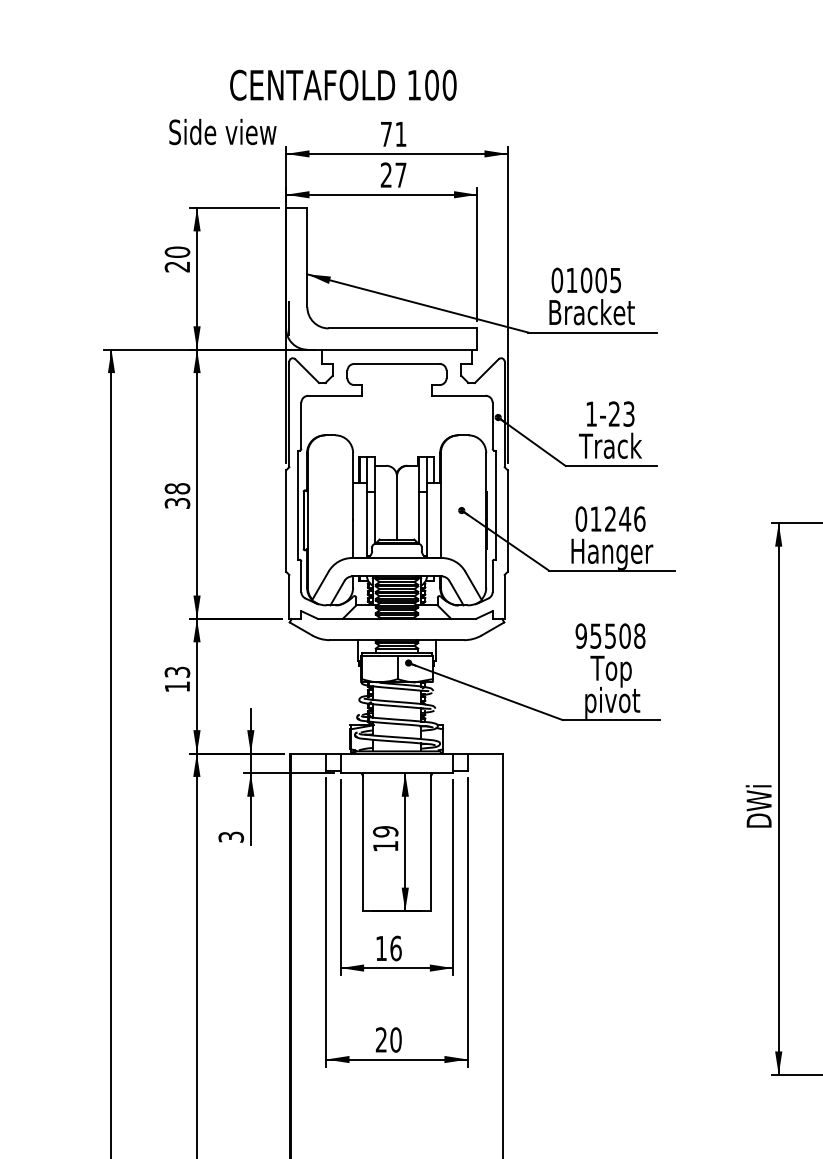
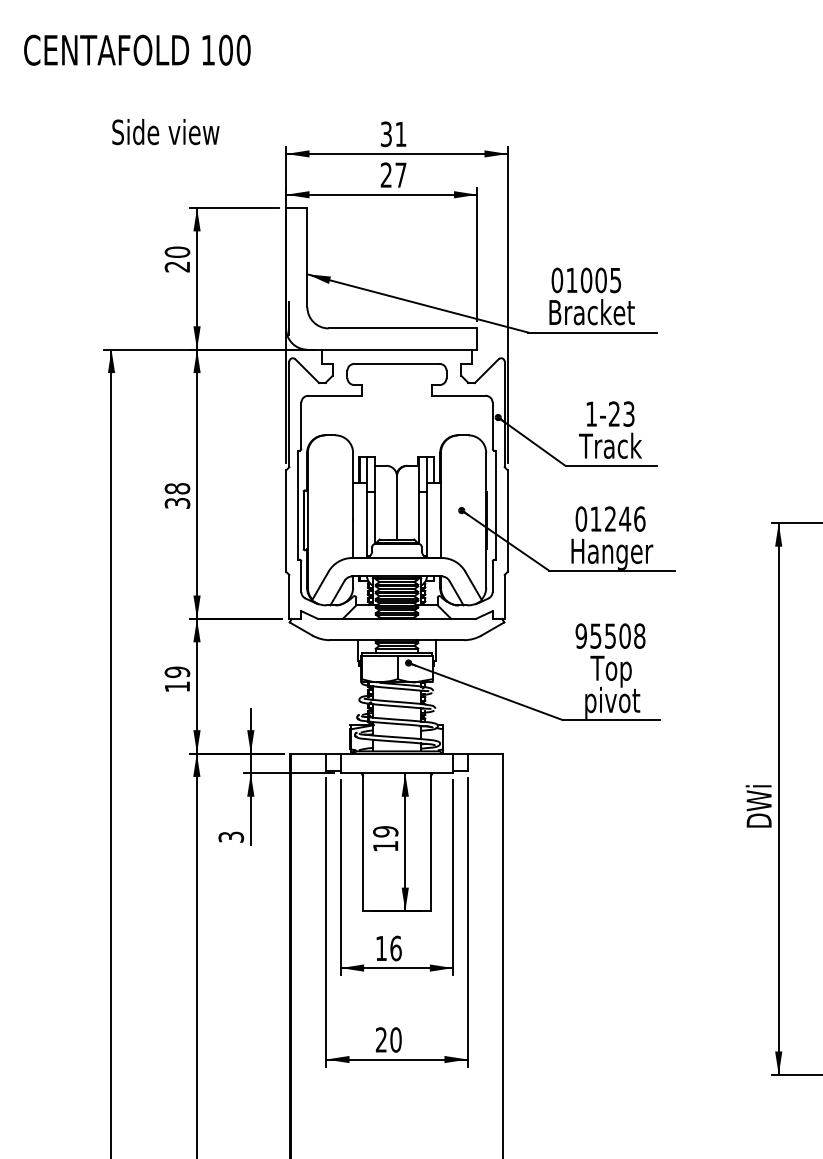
text at (343, 84) position: (343, 84) -> (137, 49)
text at (222, 131) position: (222, 131) -> (165, 131)
text at (385, 134): 71 -> 31
text at (176, 672): 13 -> 19
